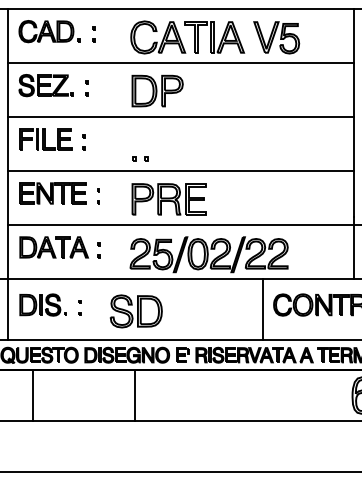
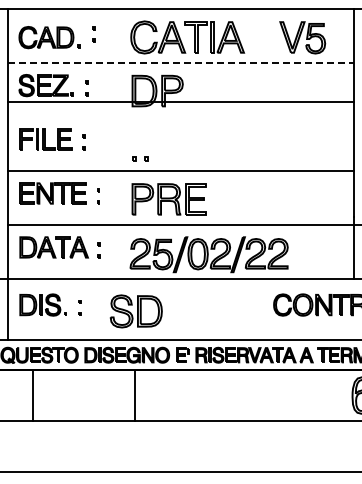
part at (49, 31) position: (49, 31) -> (49, 37)
part at (276, 37) position: (276, 37) -> (302, 37)
line at (181, 62): solid -> dashed
line at (180, 116) position: (180, 116) -> (180, 101)
line at (262, 308): present -> none
